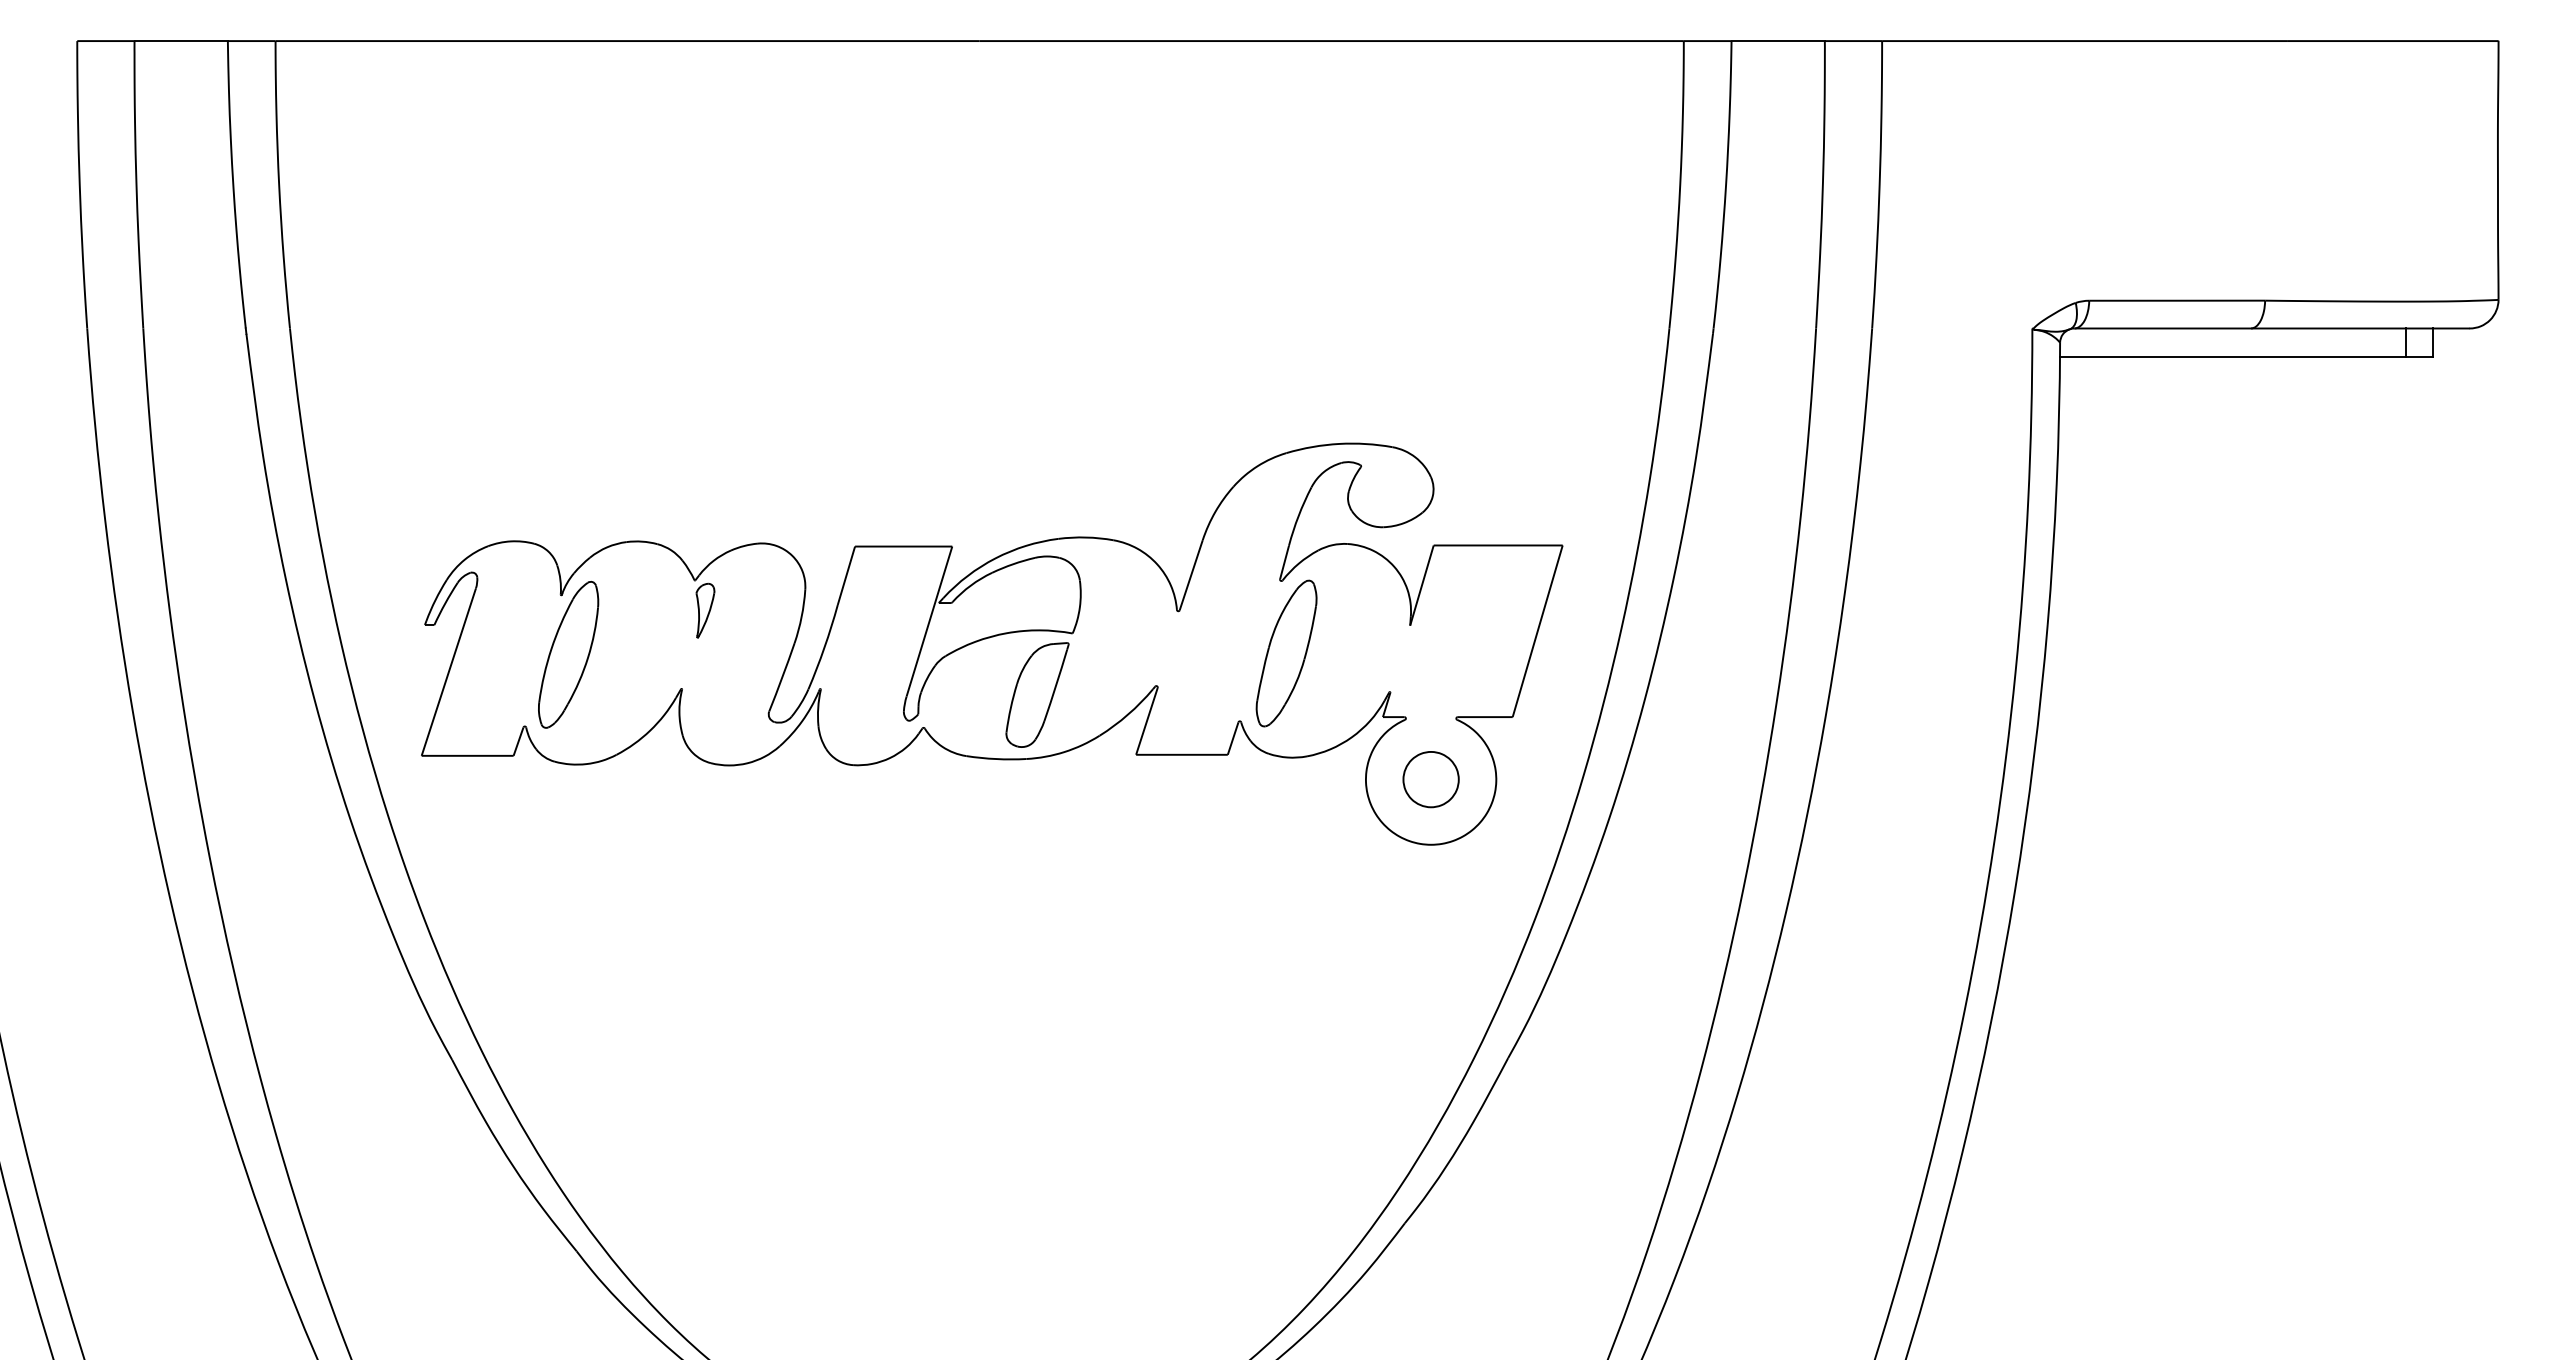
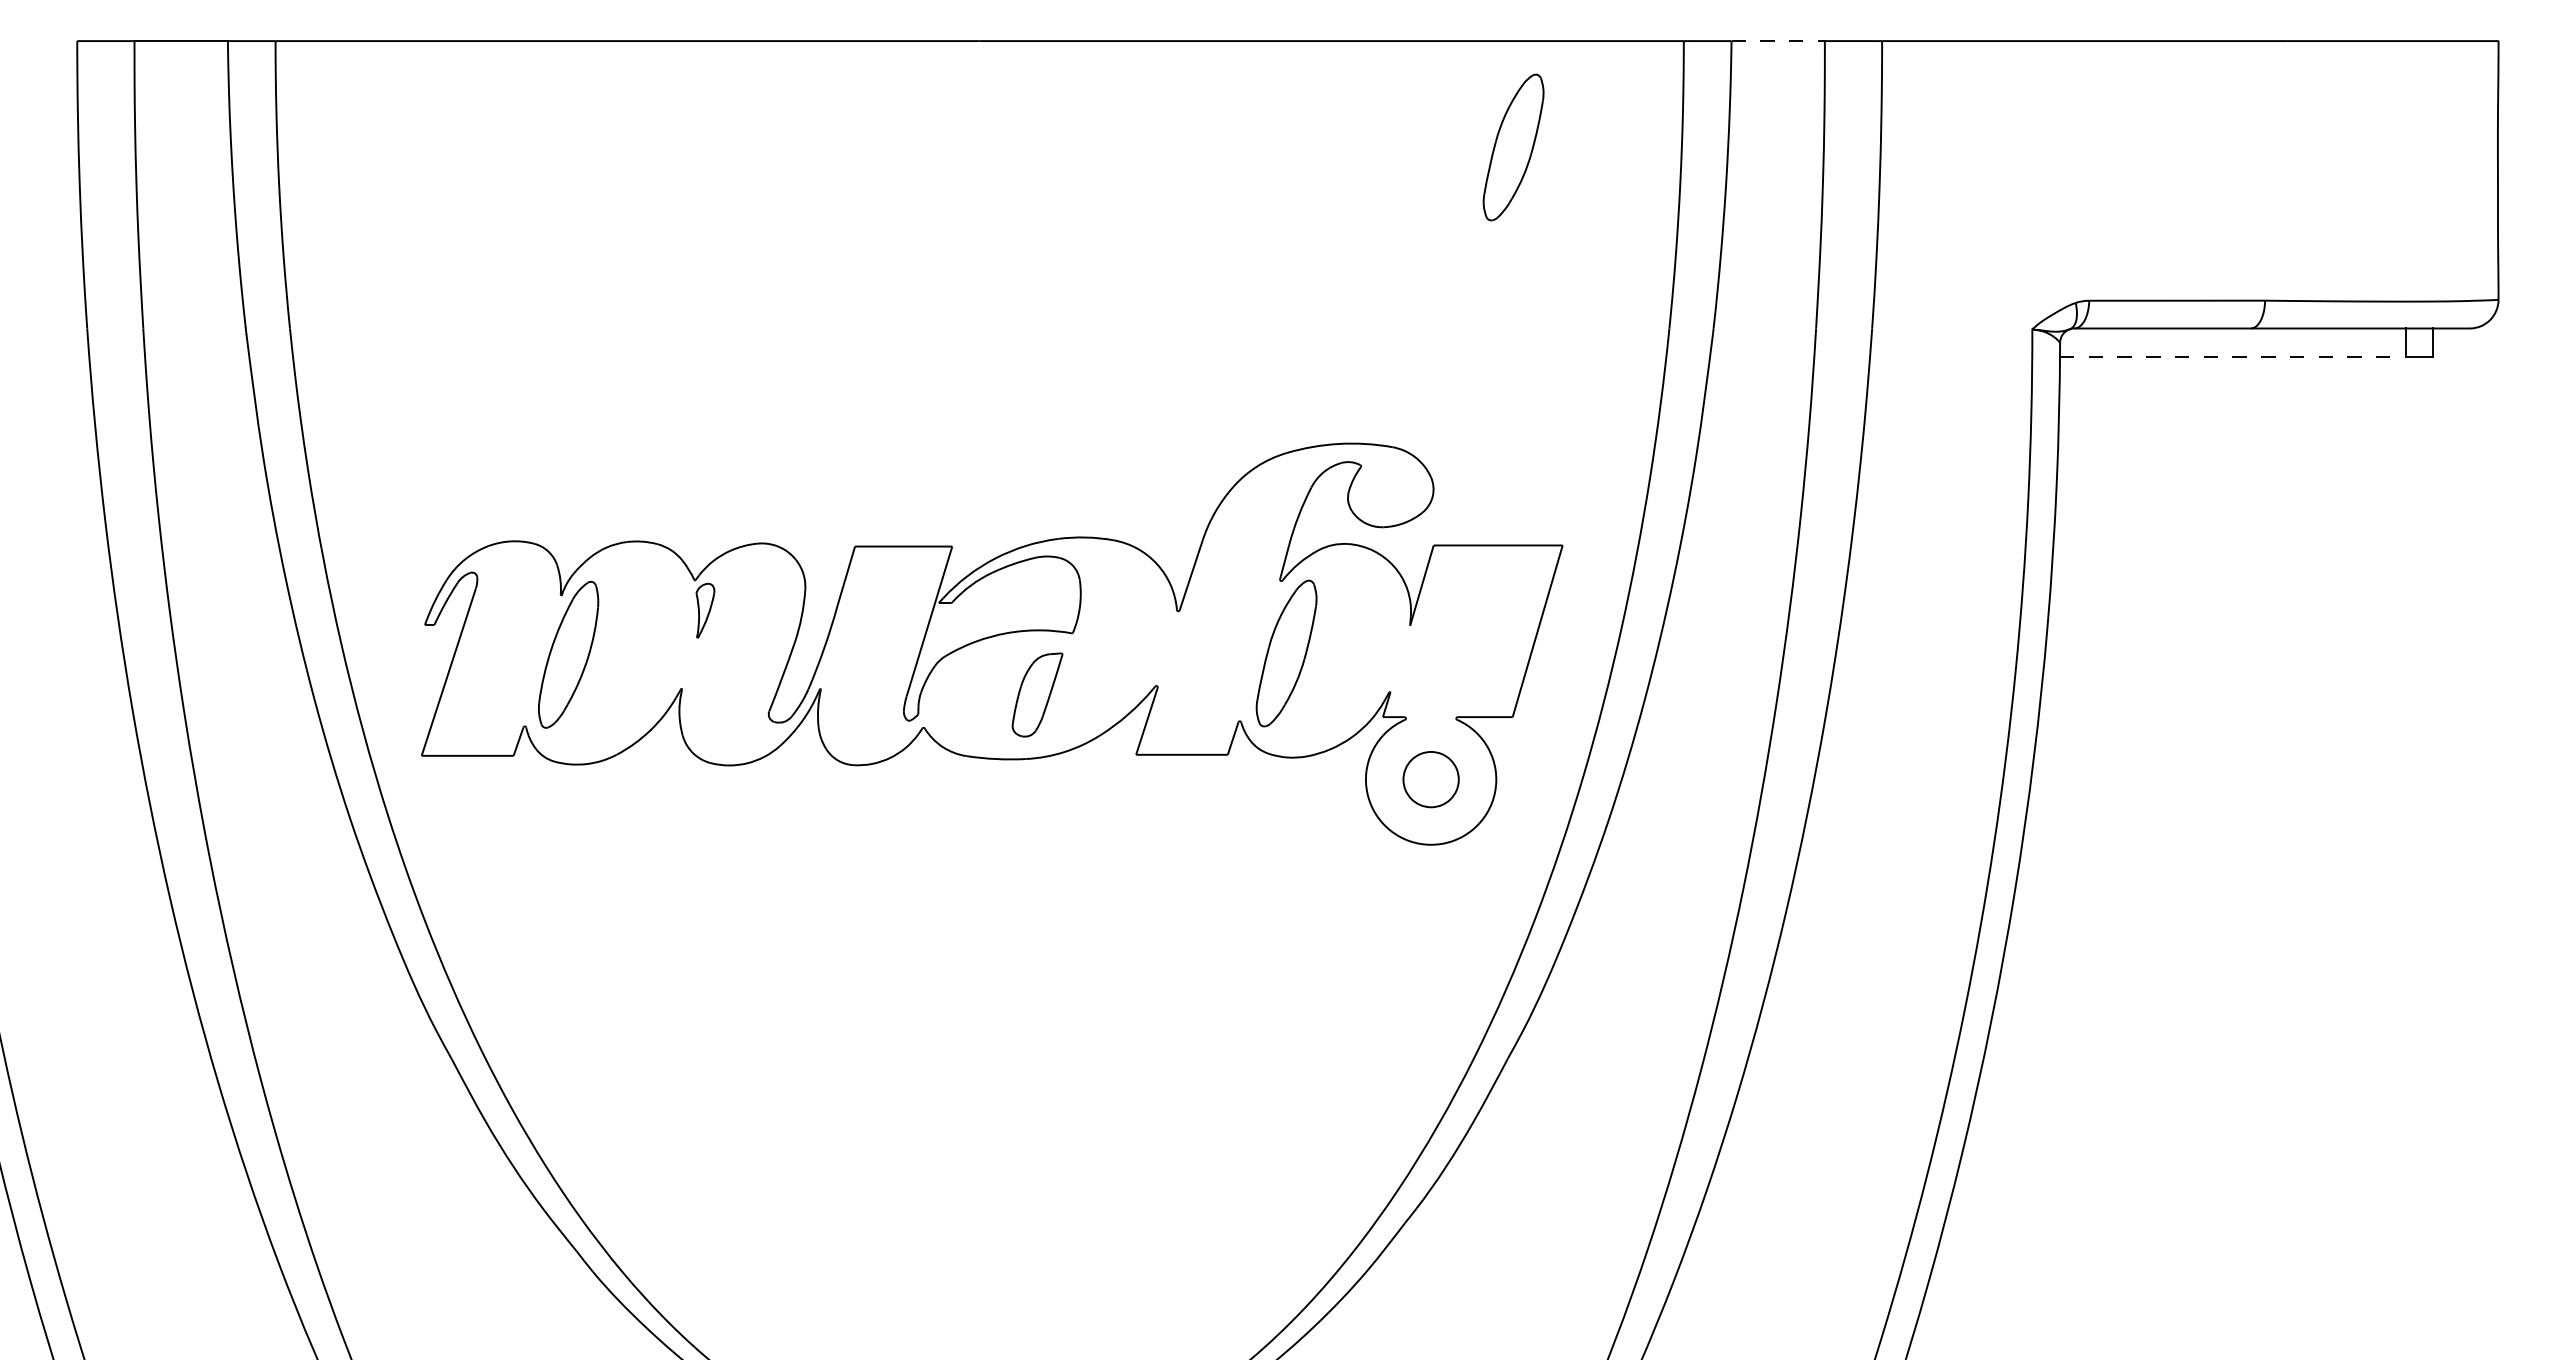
line at (1778, 41): solid -> dashed
part at (1513, 147): none -> present
line at (2232, 357): solid -> dashed
part at (1037, 694) size: 65x106 px -> 53x86 px
